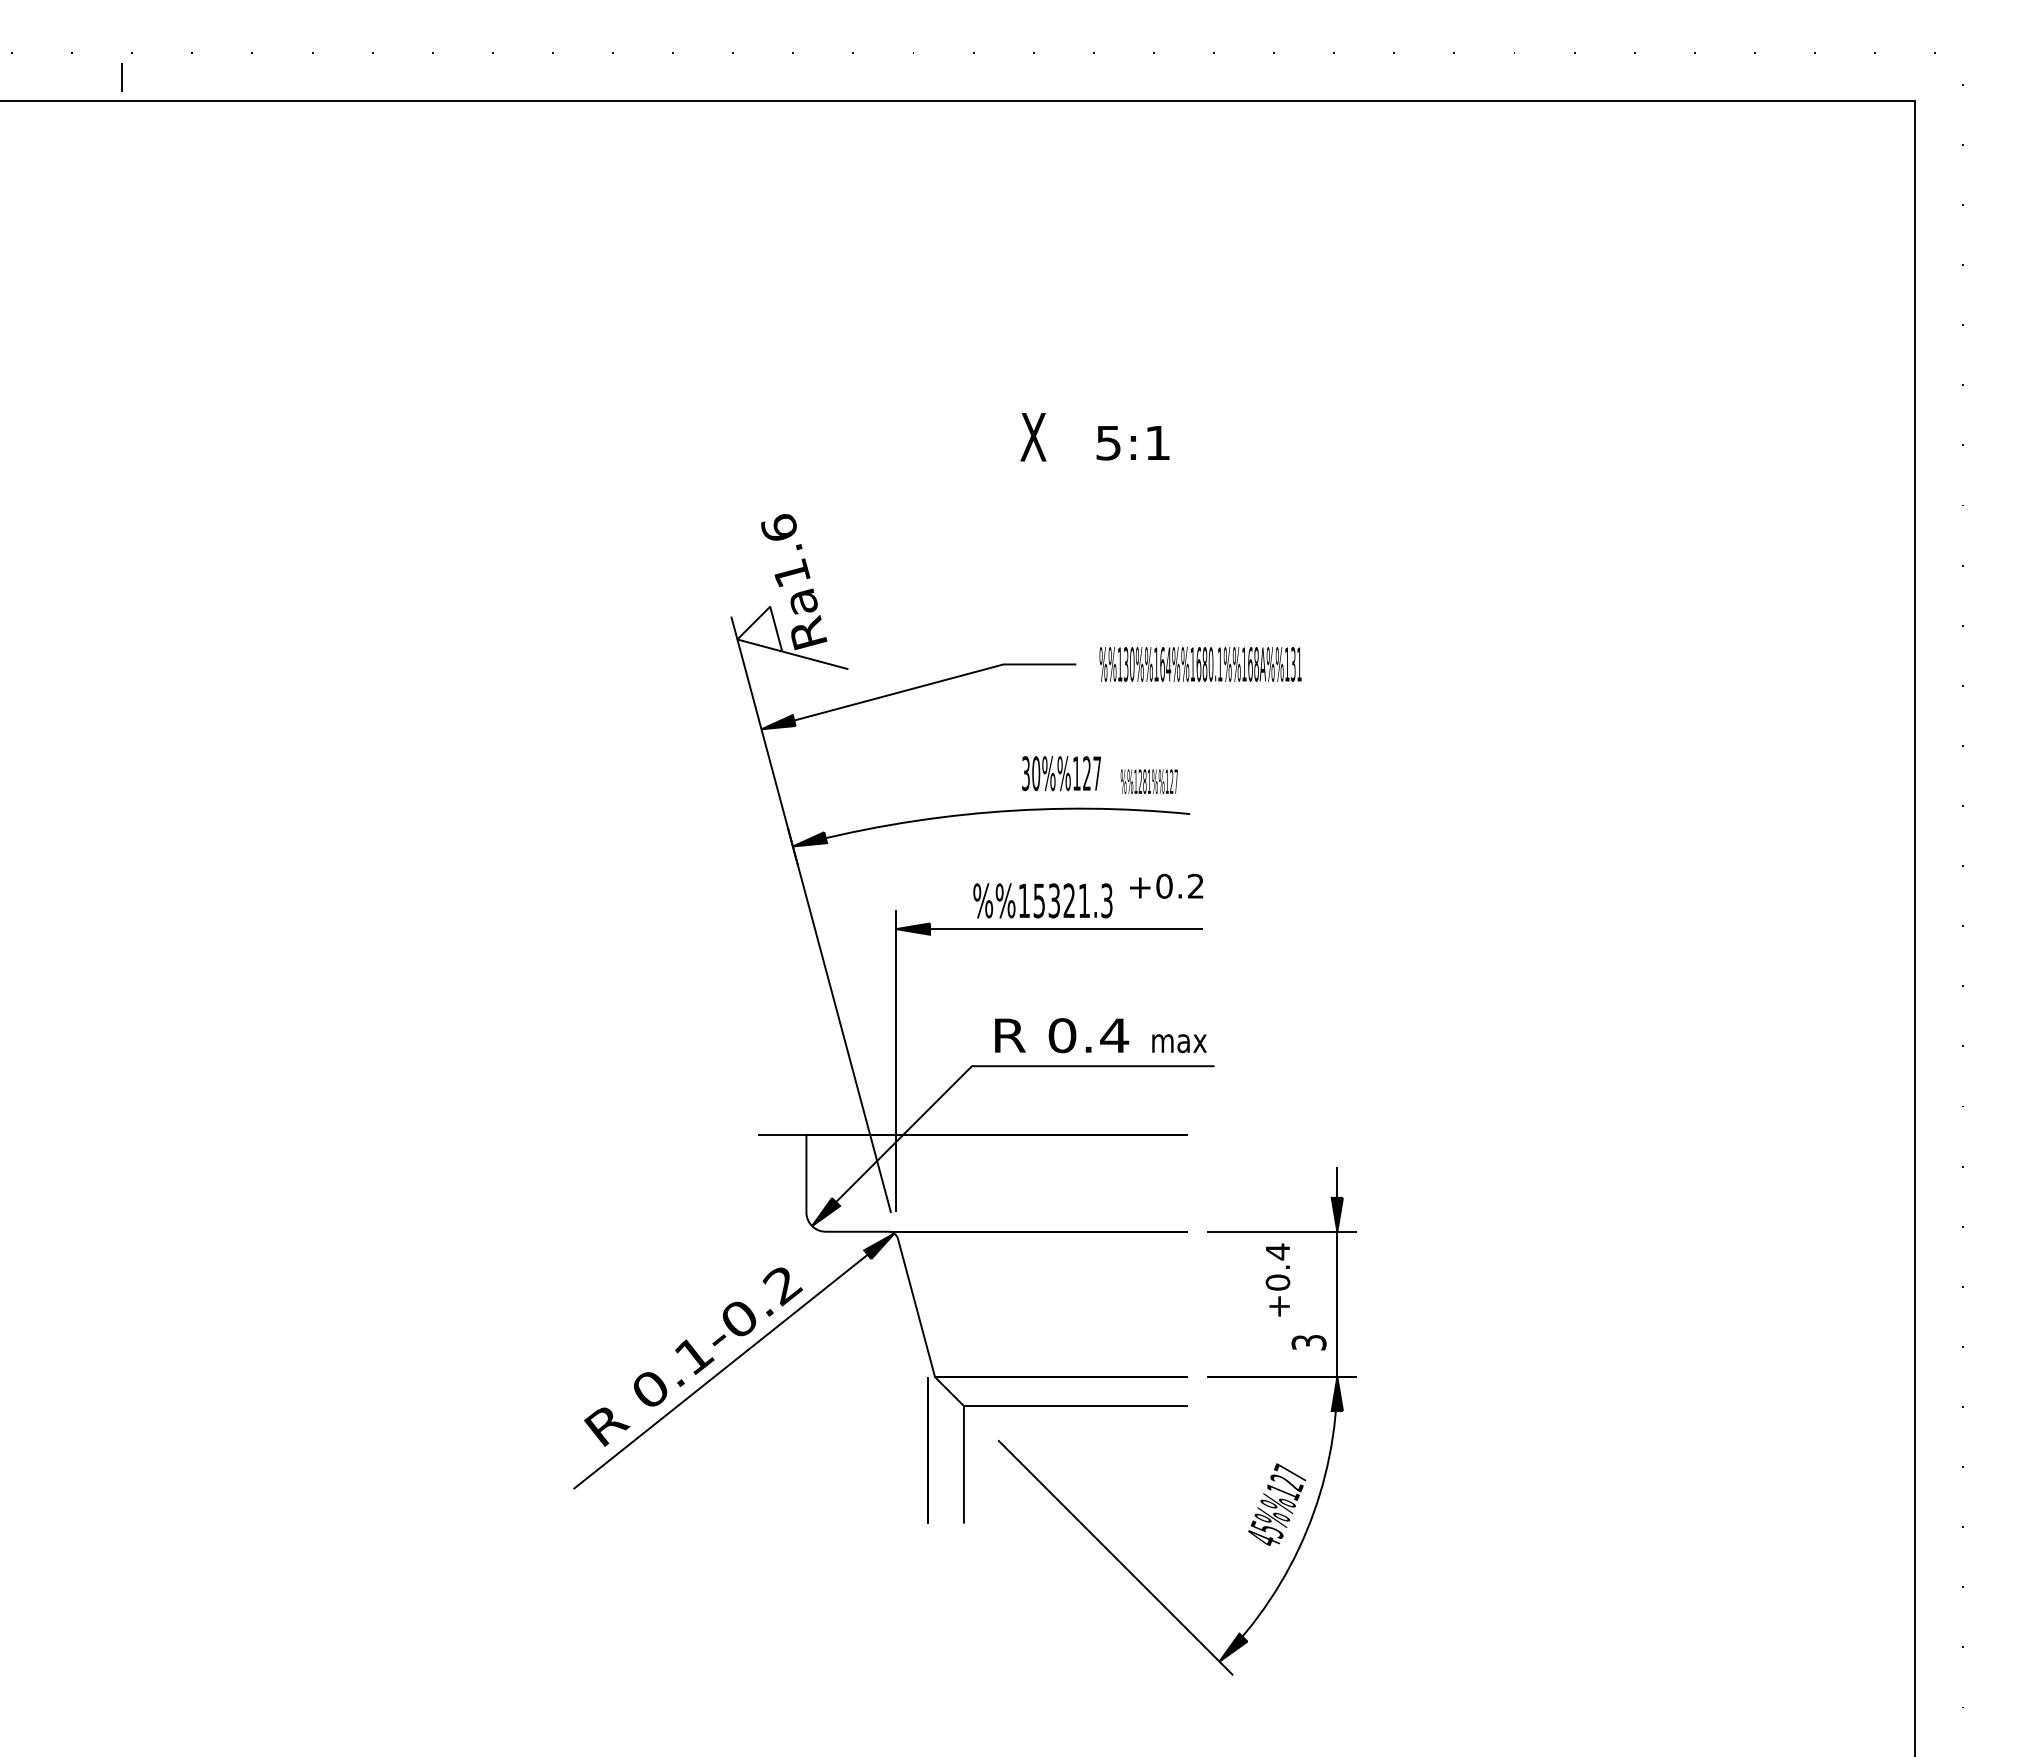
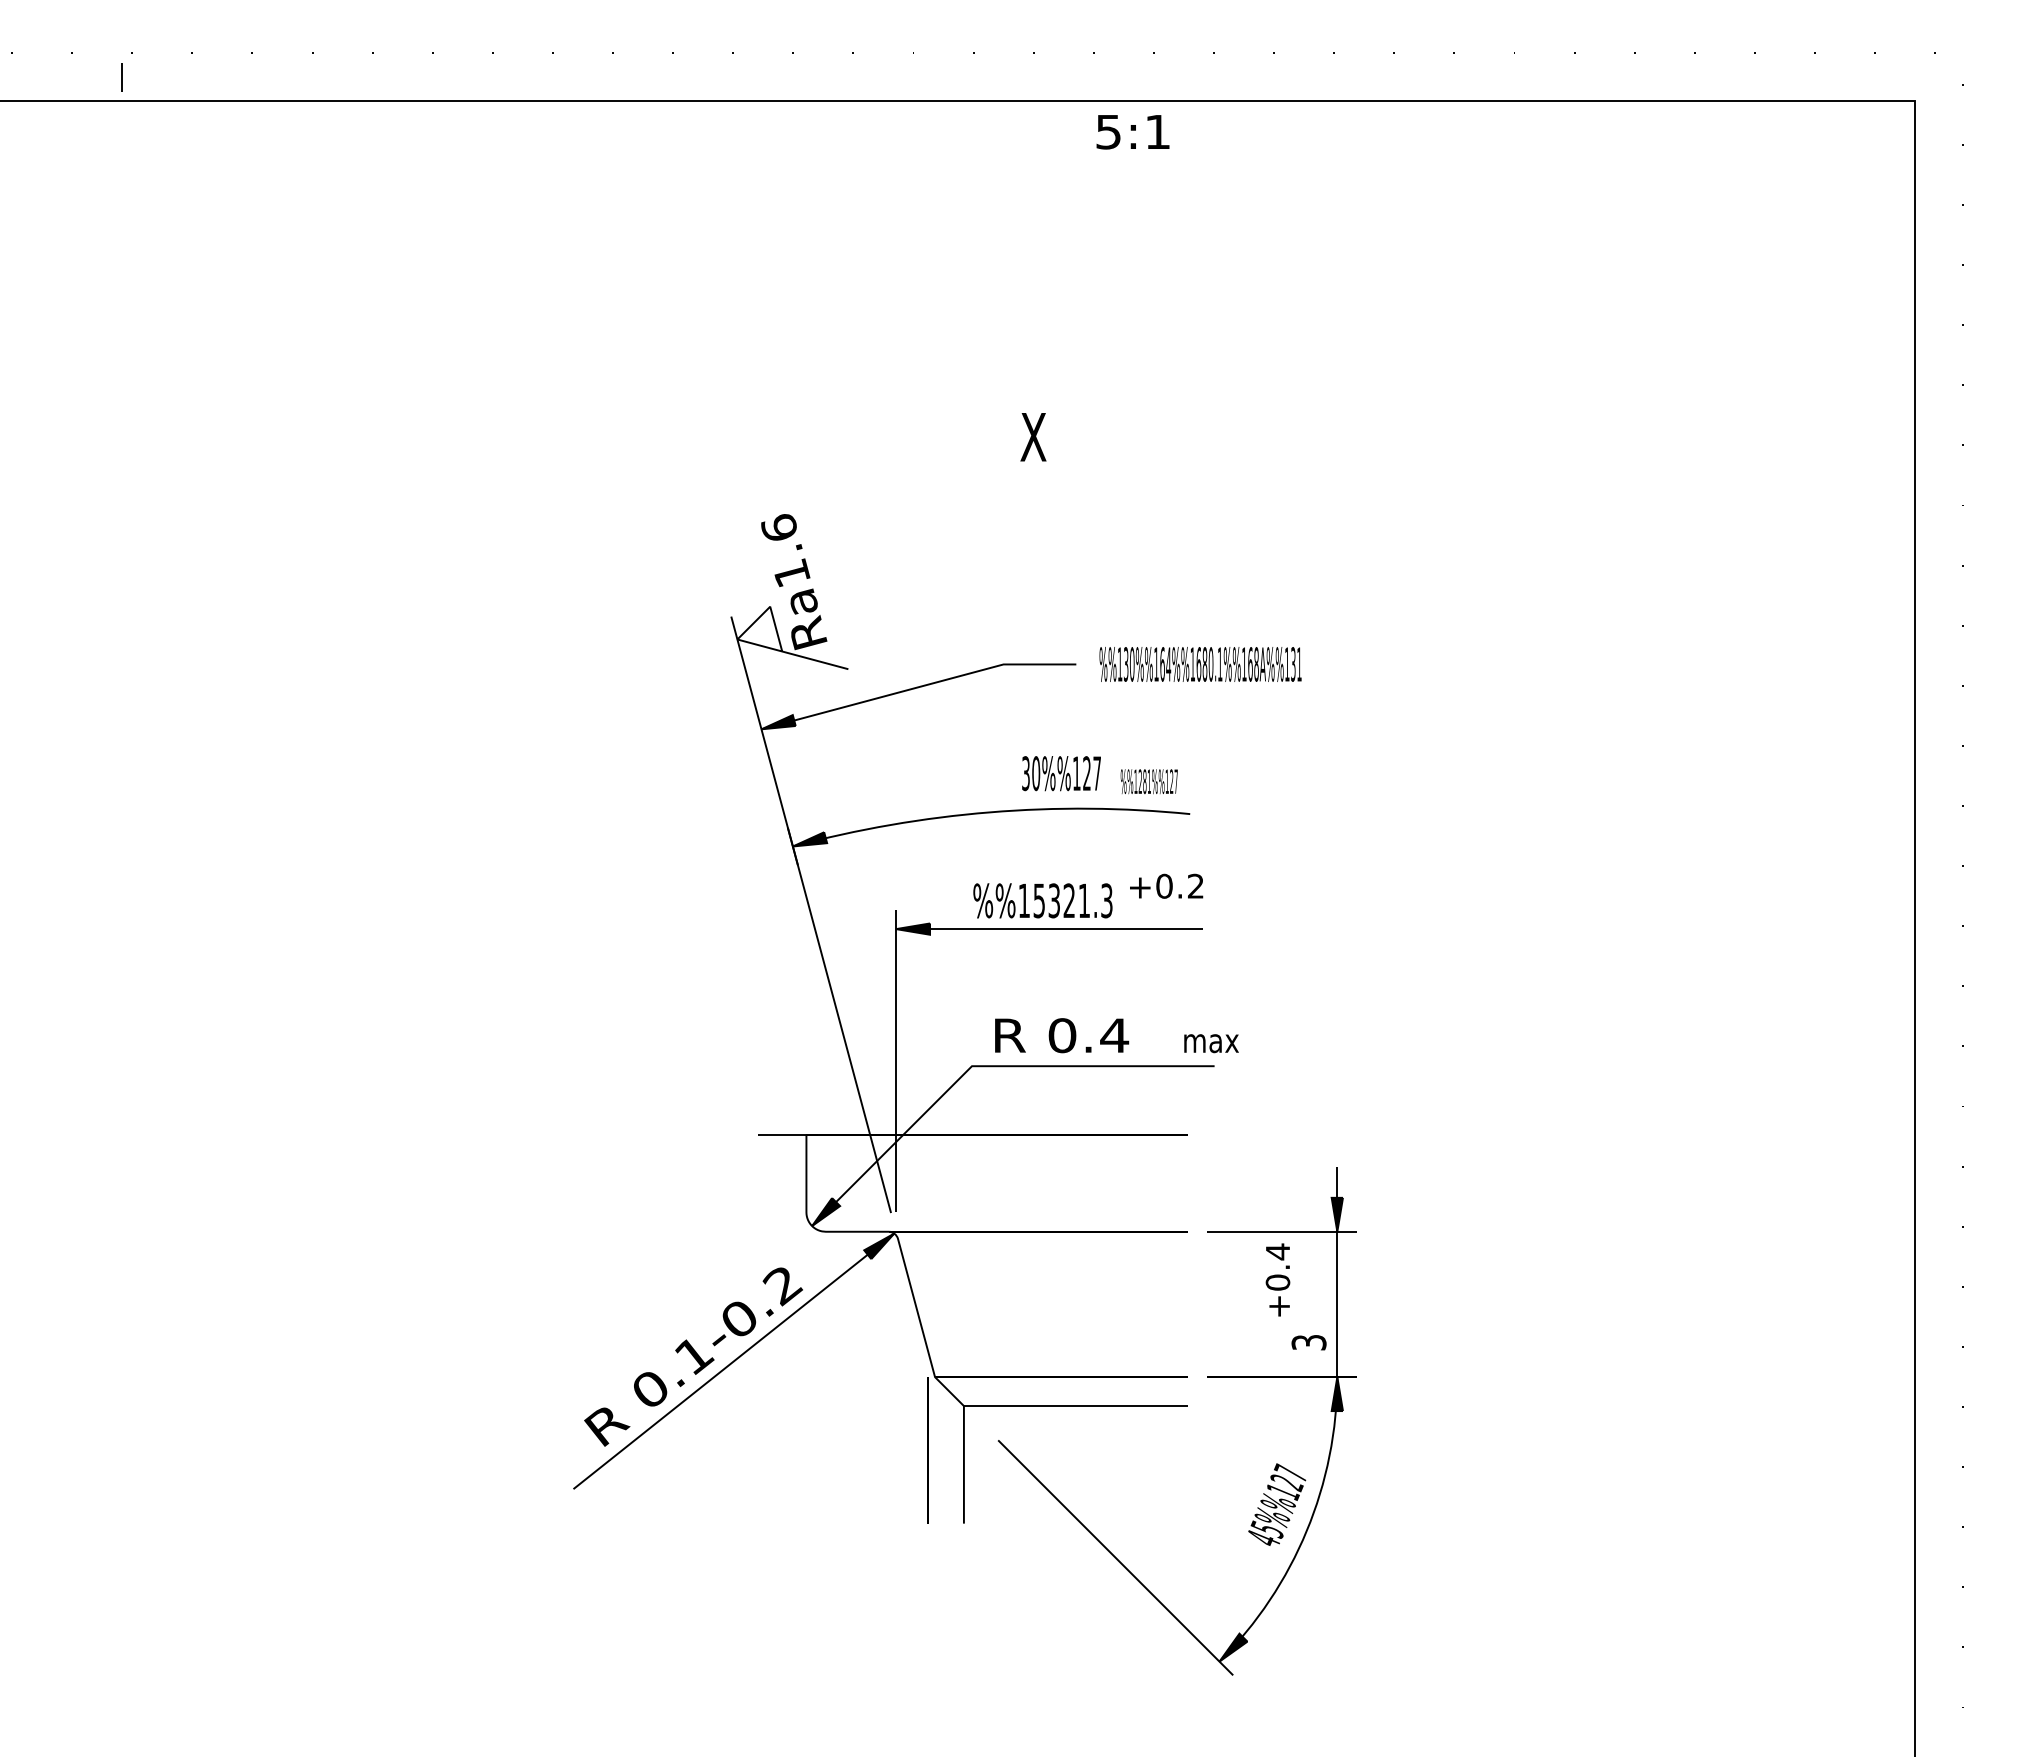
text at (1132, 443) position: (1132, 443) -> (1132, 132)
text at (1179, 1043) position: (1179, 1043) -> (1211, 1043)
